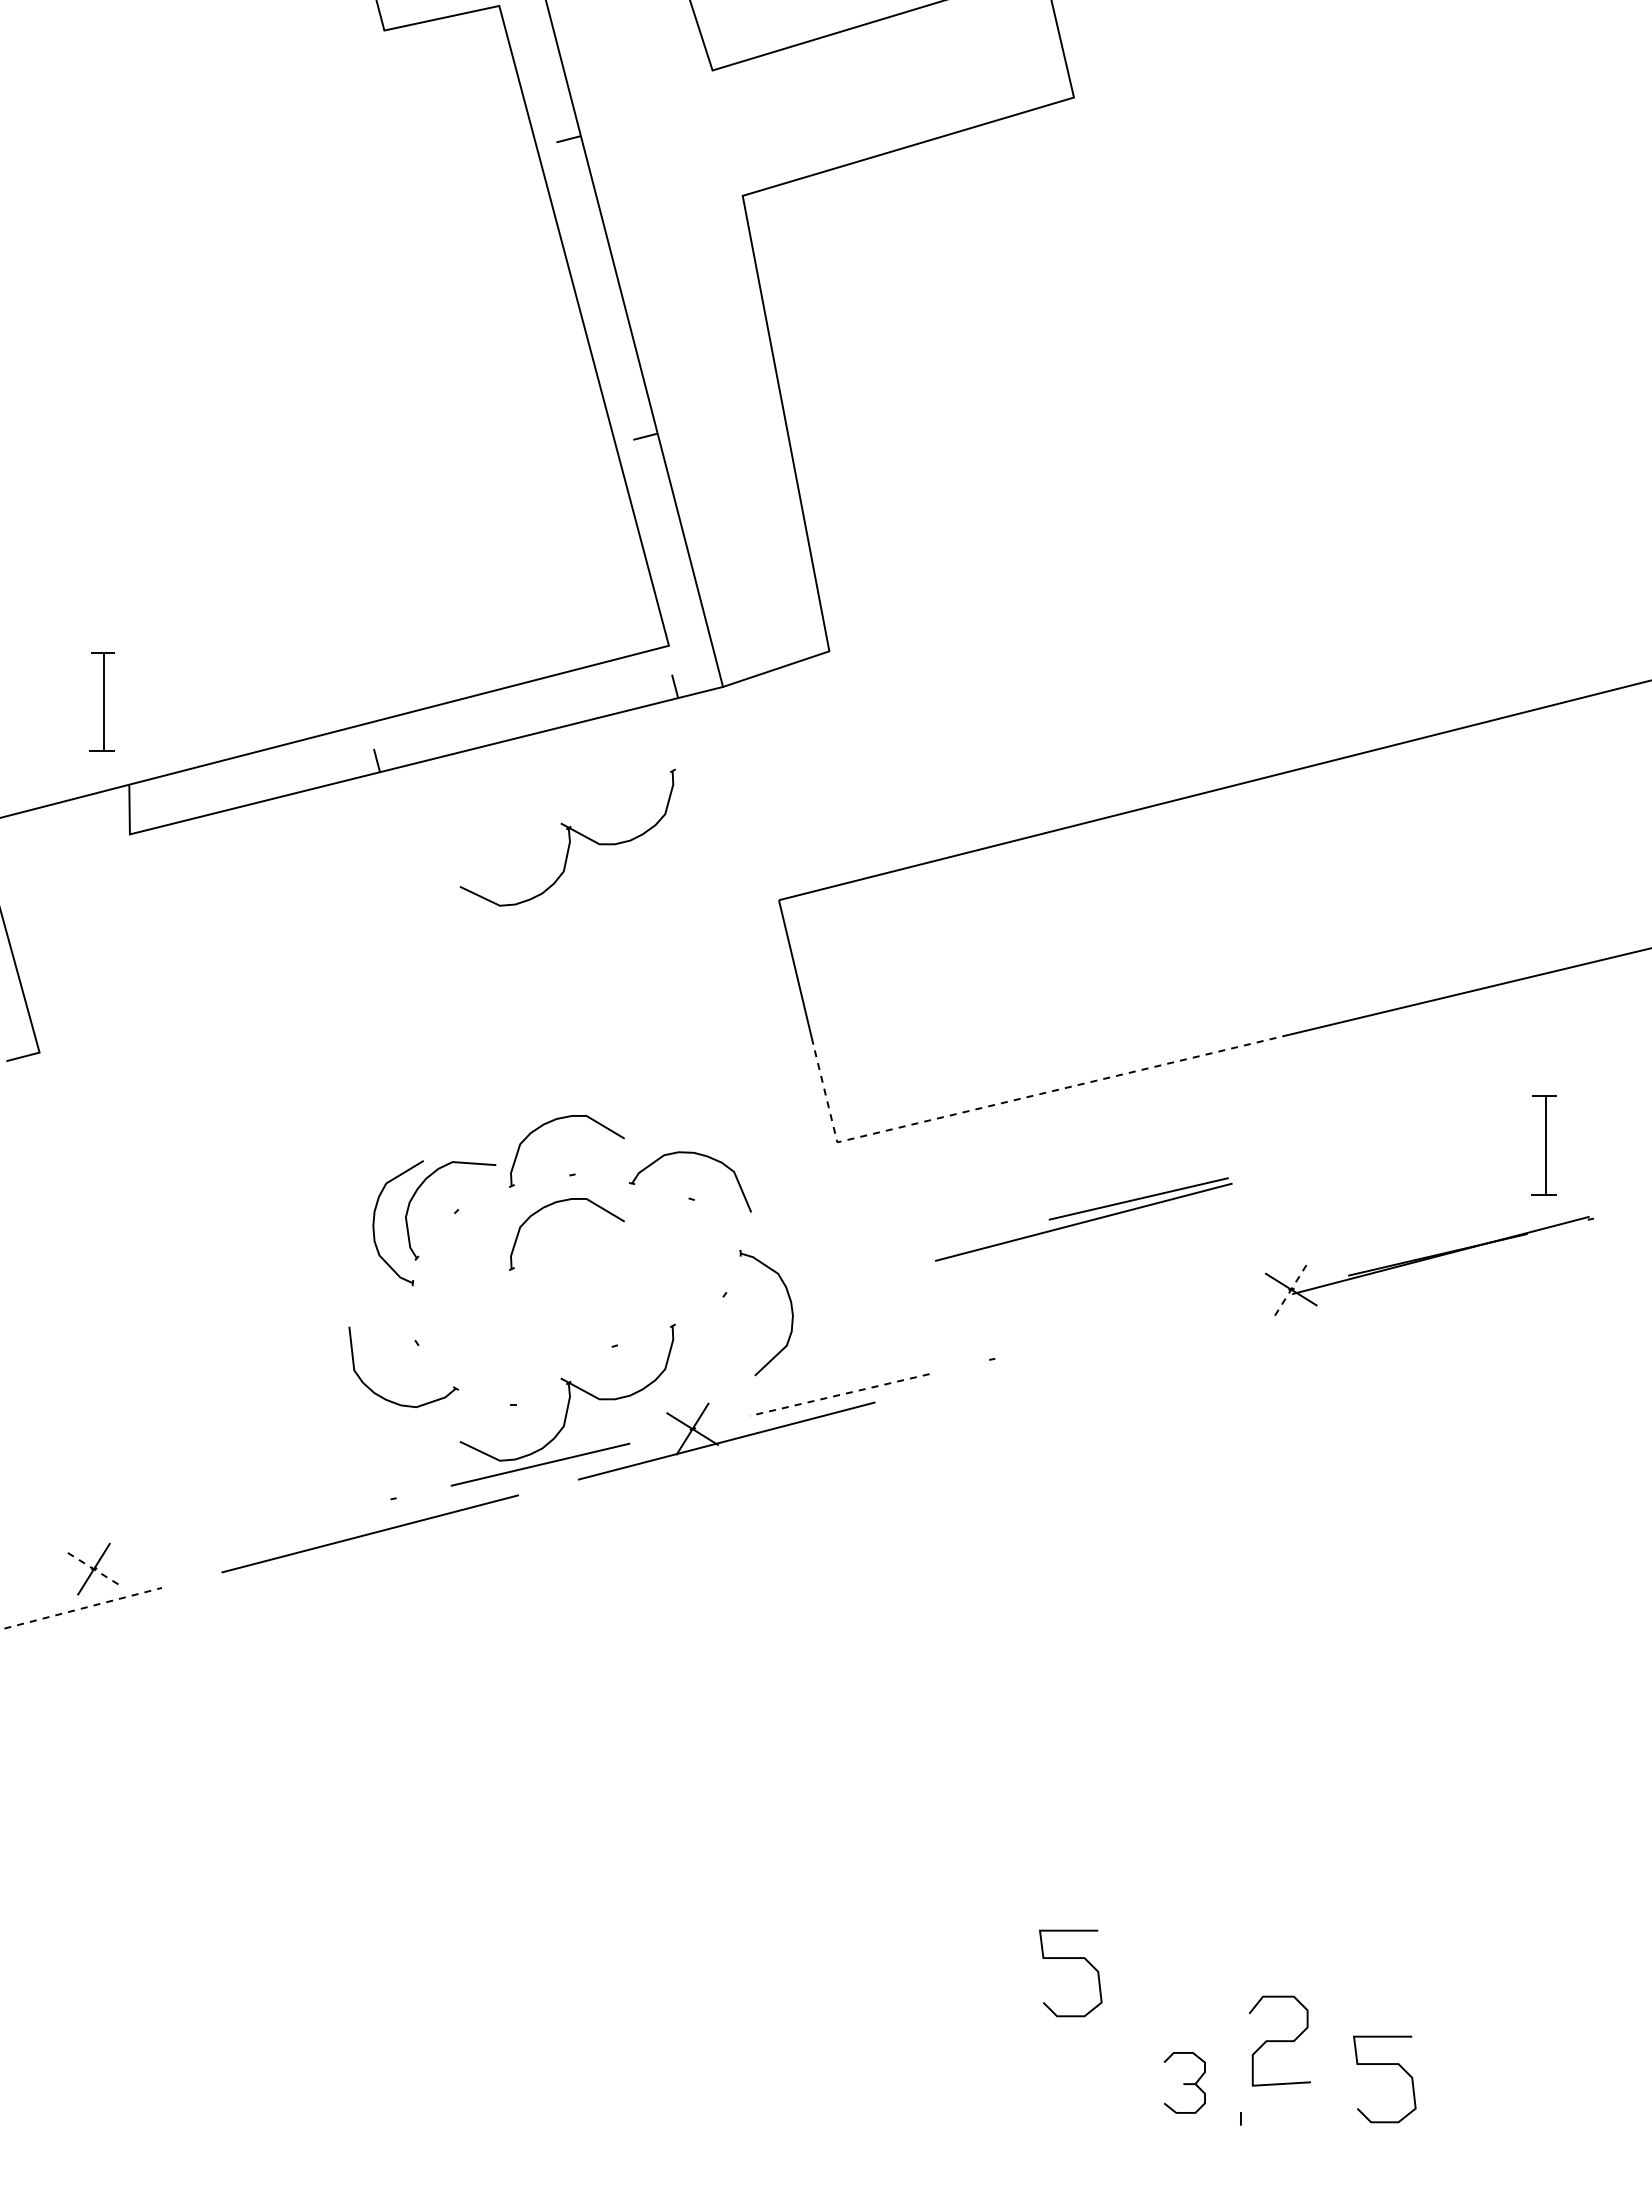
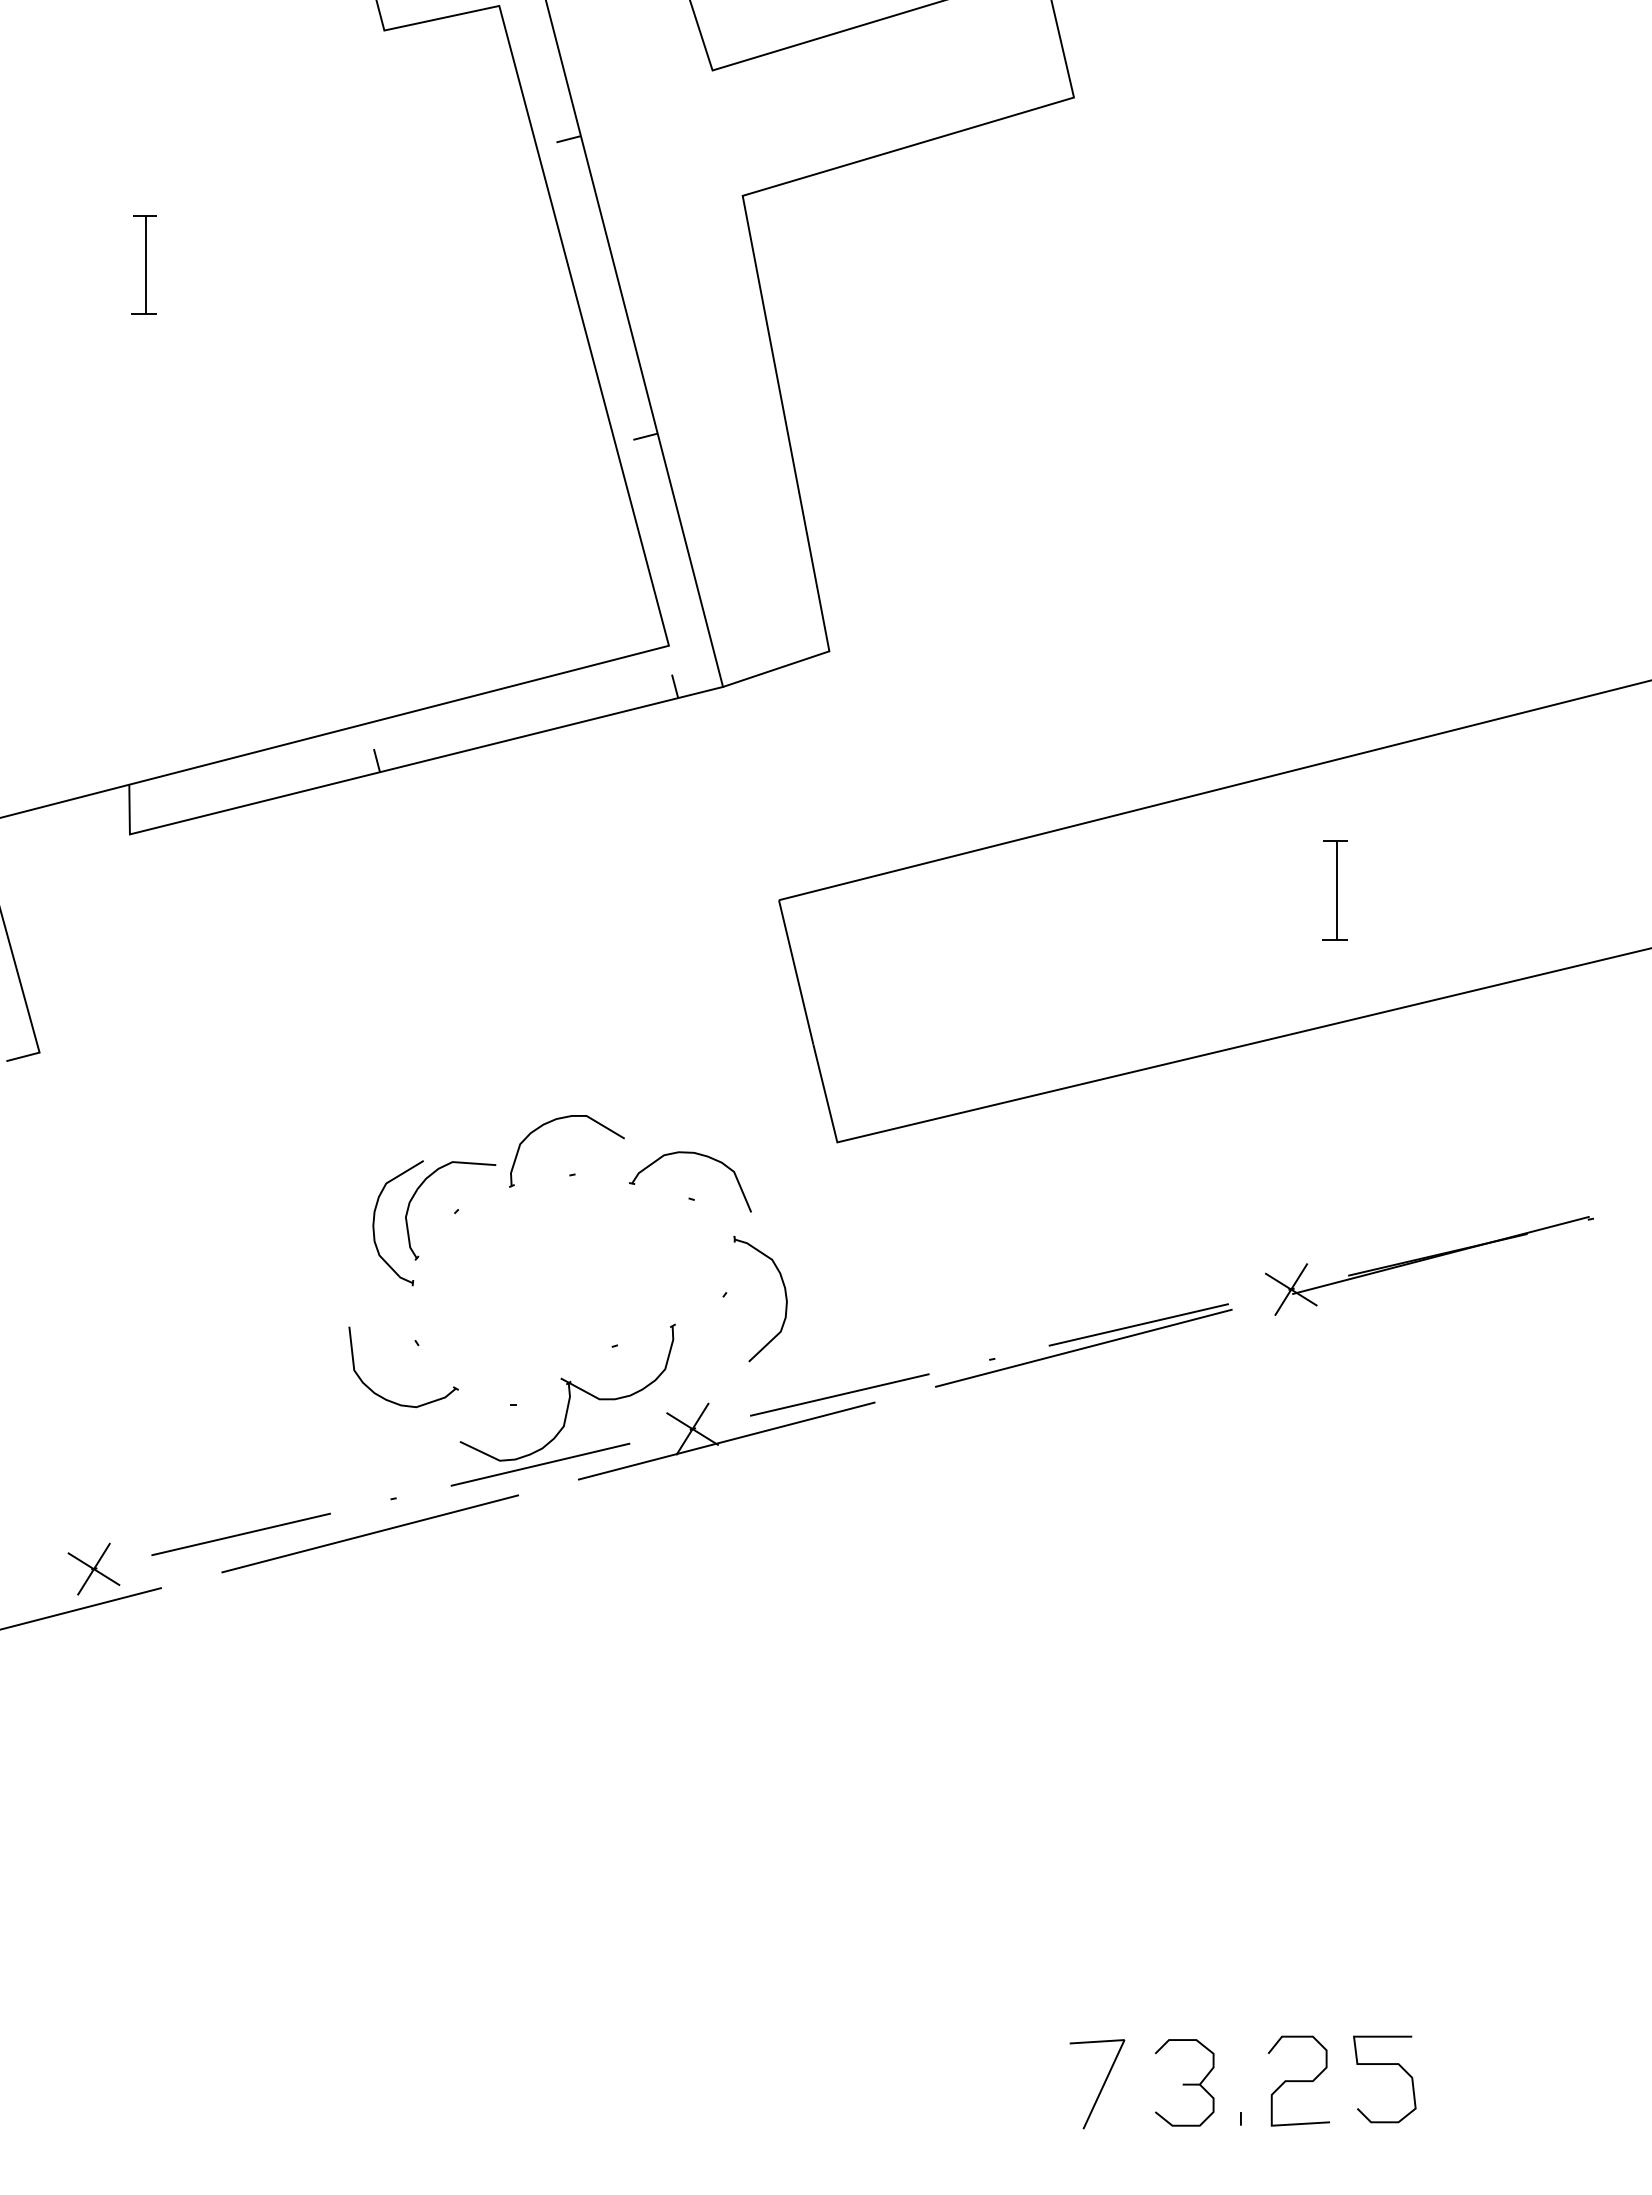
part at (101, 701) position: (101, 701) -> (143, 264)
part at (567, 837): present -> none
line at (1013, 1100): dashed -> solid
part at (1543, 1145) position: (1543, 1145) -> (1334, 890)
part at (560, 1202): present -> none
part at (1083, 1219) position: (1083, 1219) -> (1083, 1345)
line at (1291, 1289): dashed -> solid
part at (790, 1306) position: (790, 1306) -> (784, 1292)
line at (839, 1395): dashed -> solid
line at (240, 1533): none -> present
line at (93, 1569): dashed -> solid
line at (81, 1608): dashed -> solid
curve at (1070, 1958): present -> none
curve at (1279, 2040) position: (1279, 2040) -> (1298, 2080)
part at (1184, 2082) size: 43x62 px -> 60x88 px
line at (1101, 2087): none -> present
